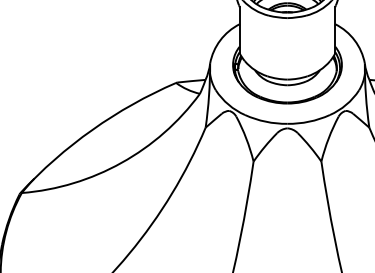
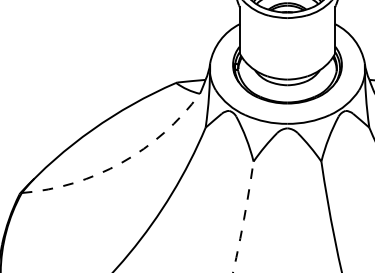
arc at (121, 162): solid -> dashed
arc at (244, 216): solid -> dashed
